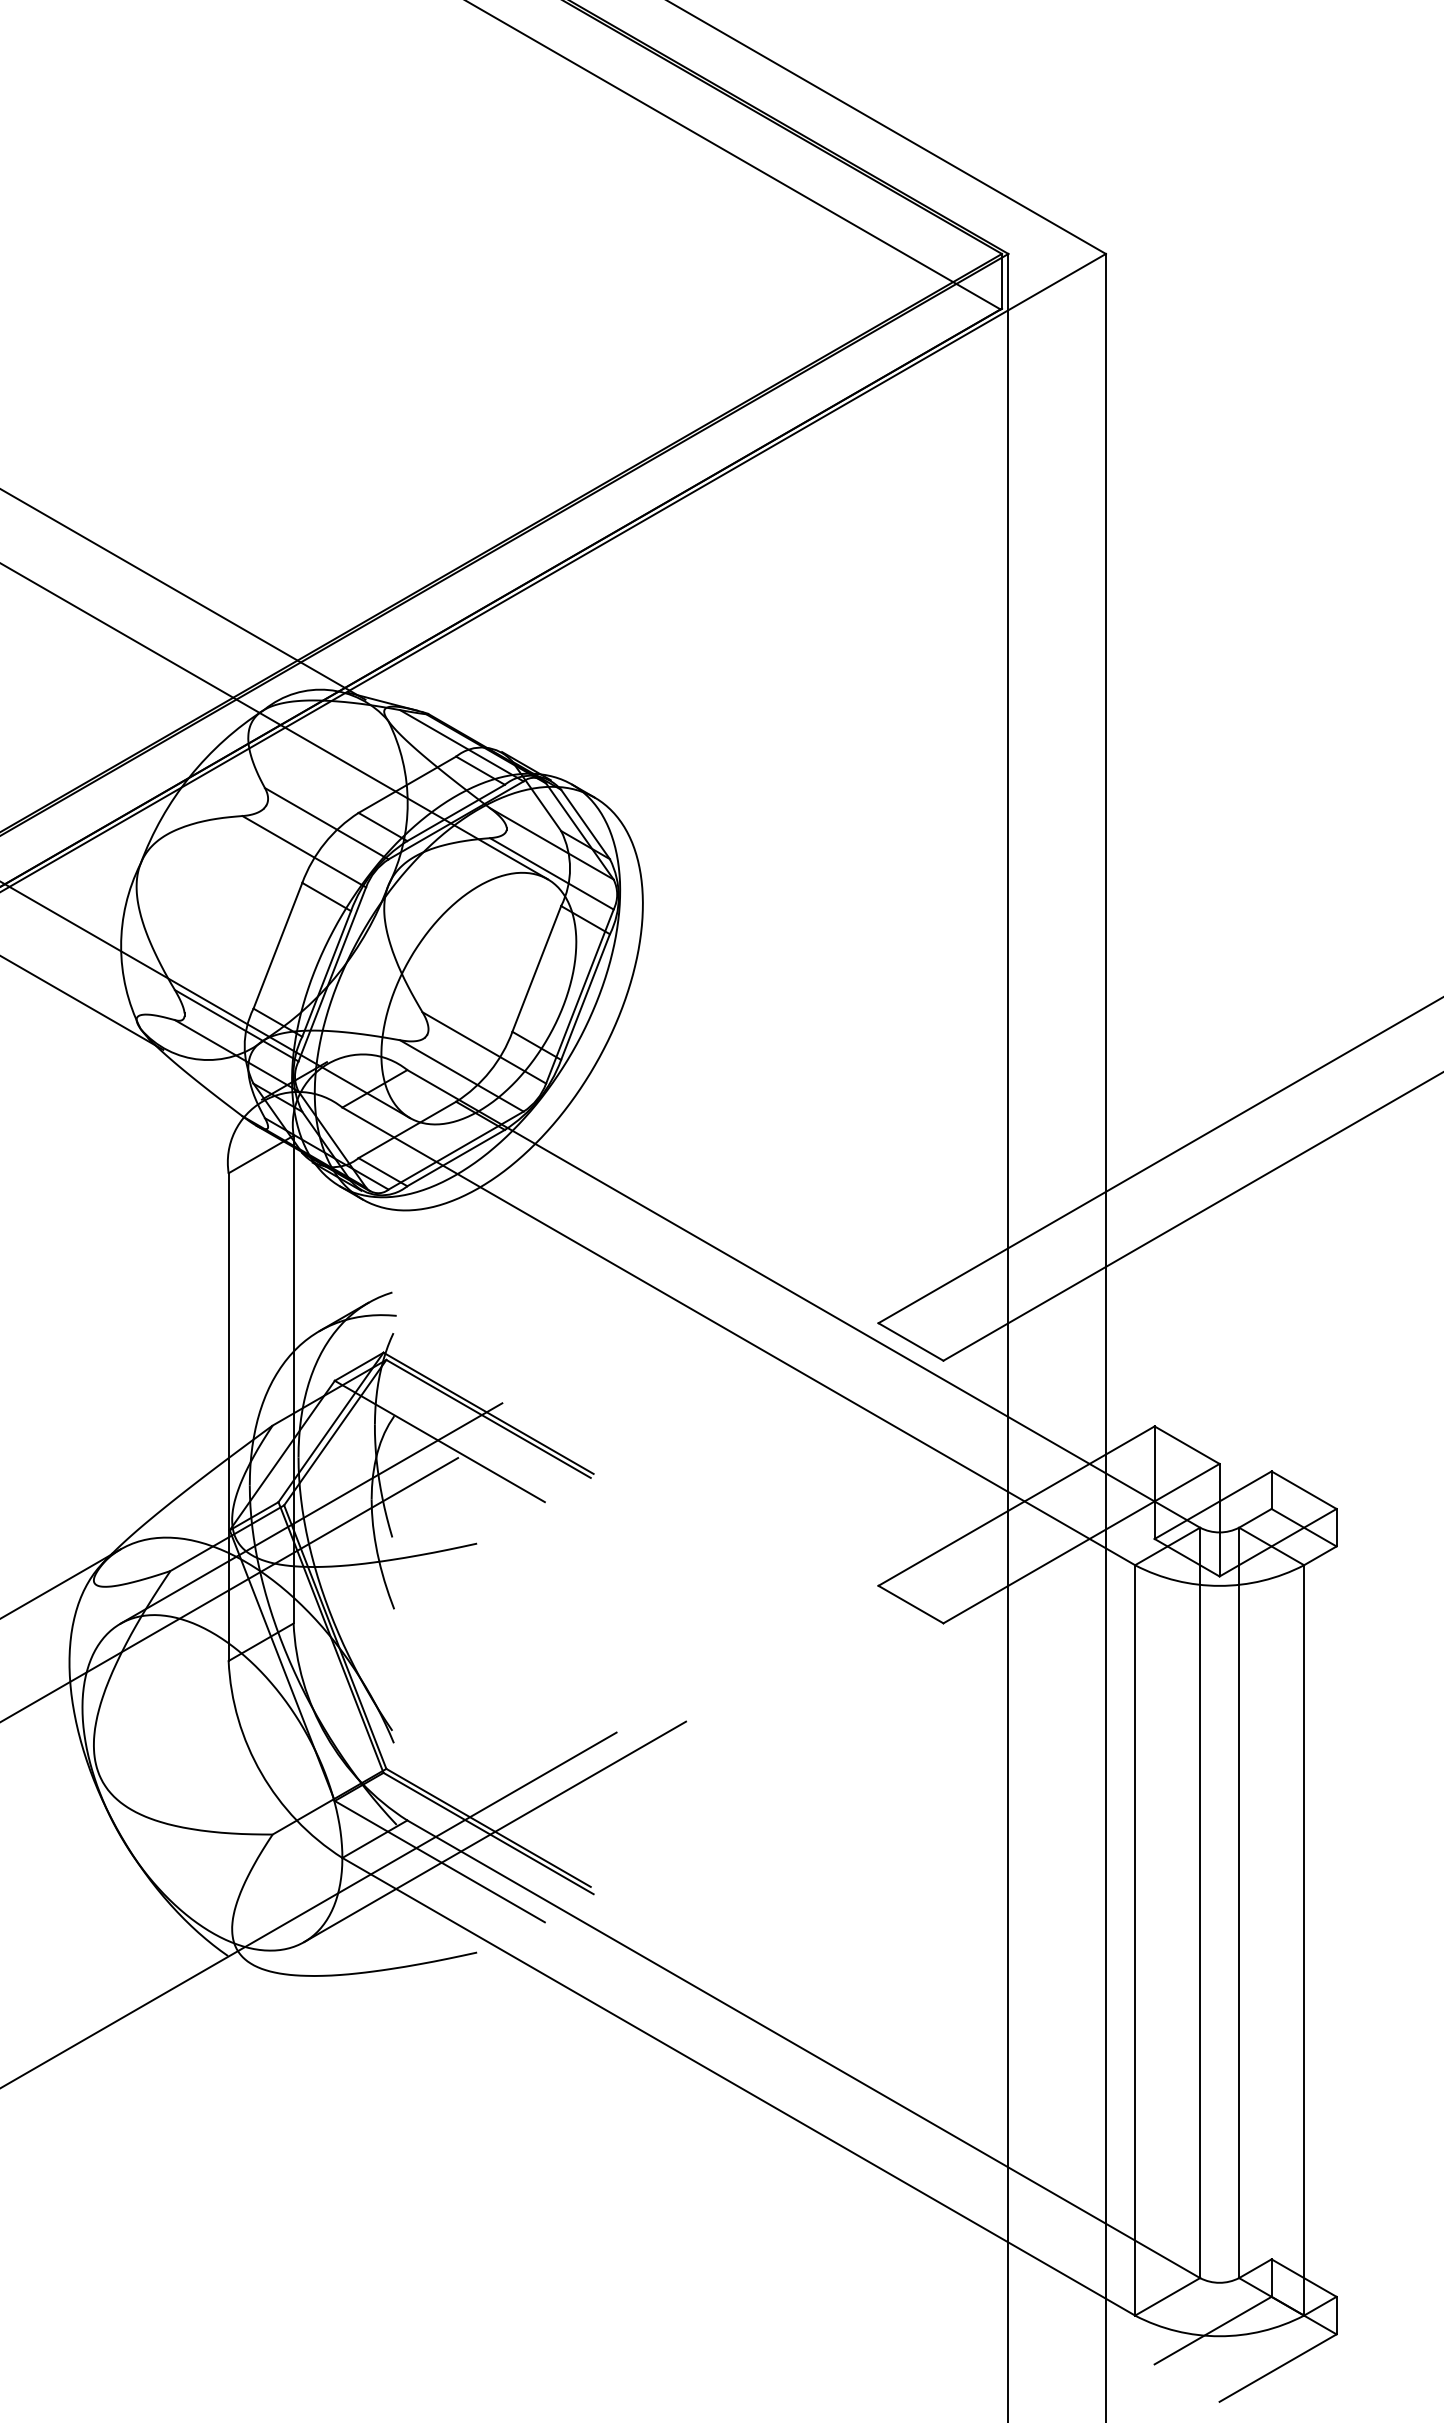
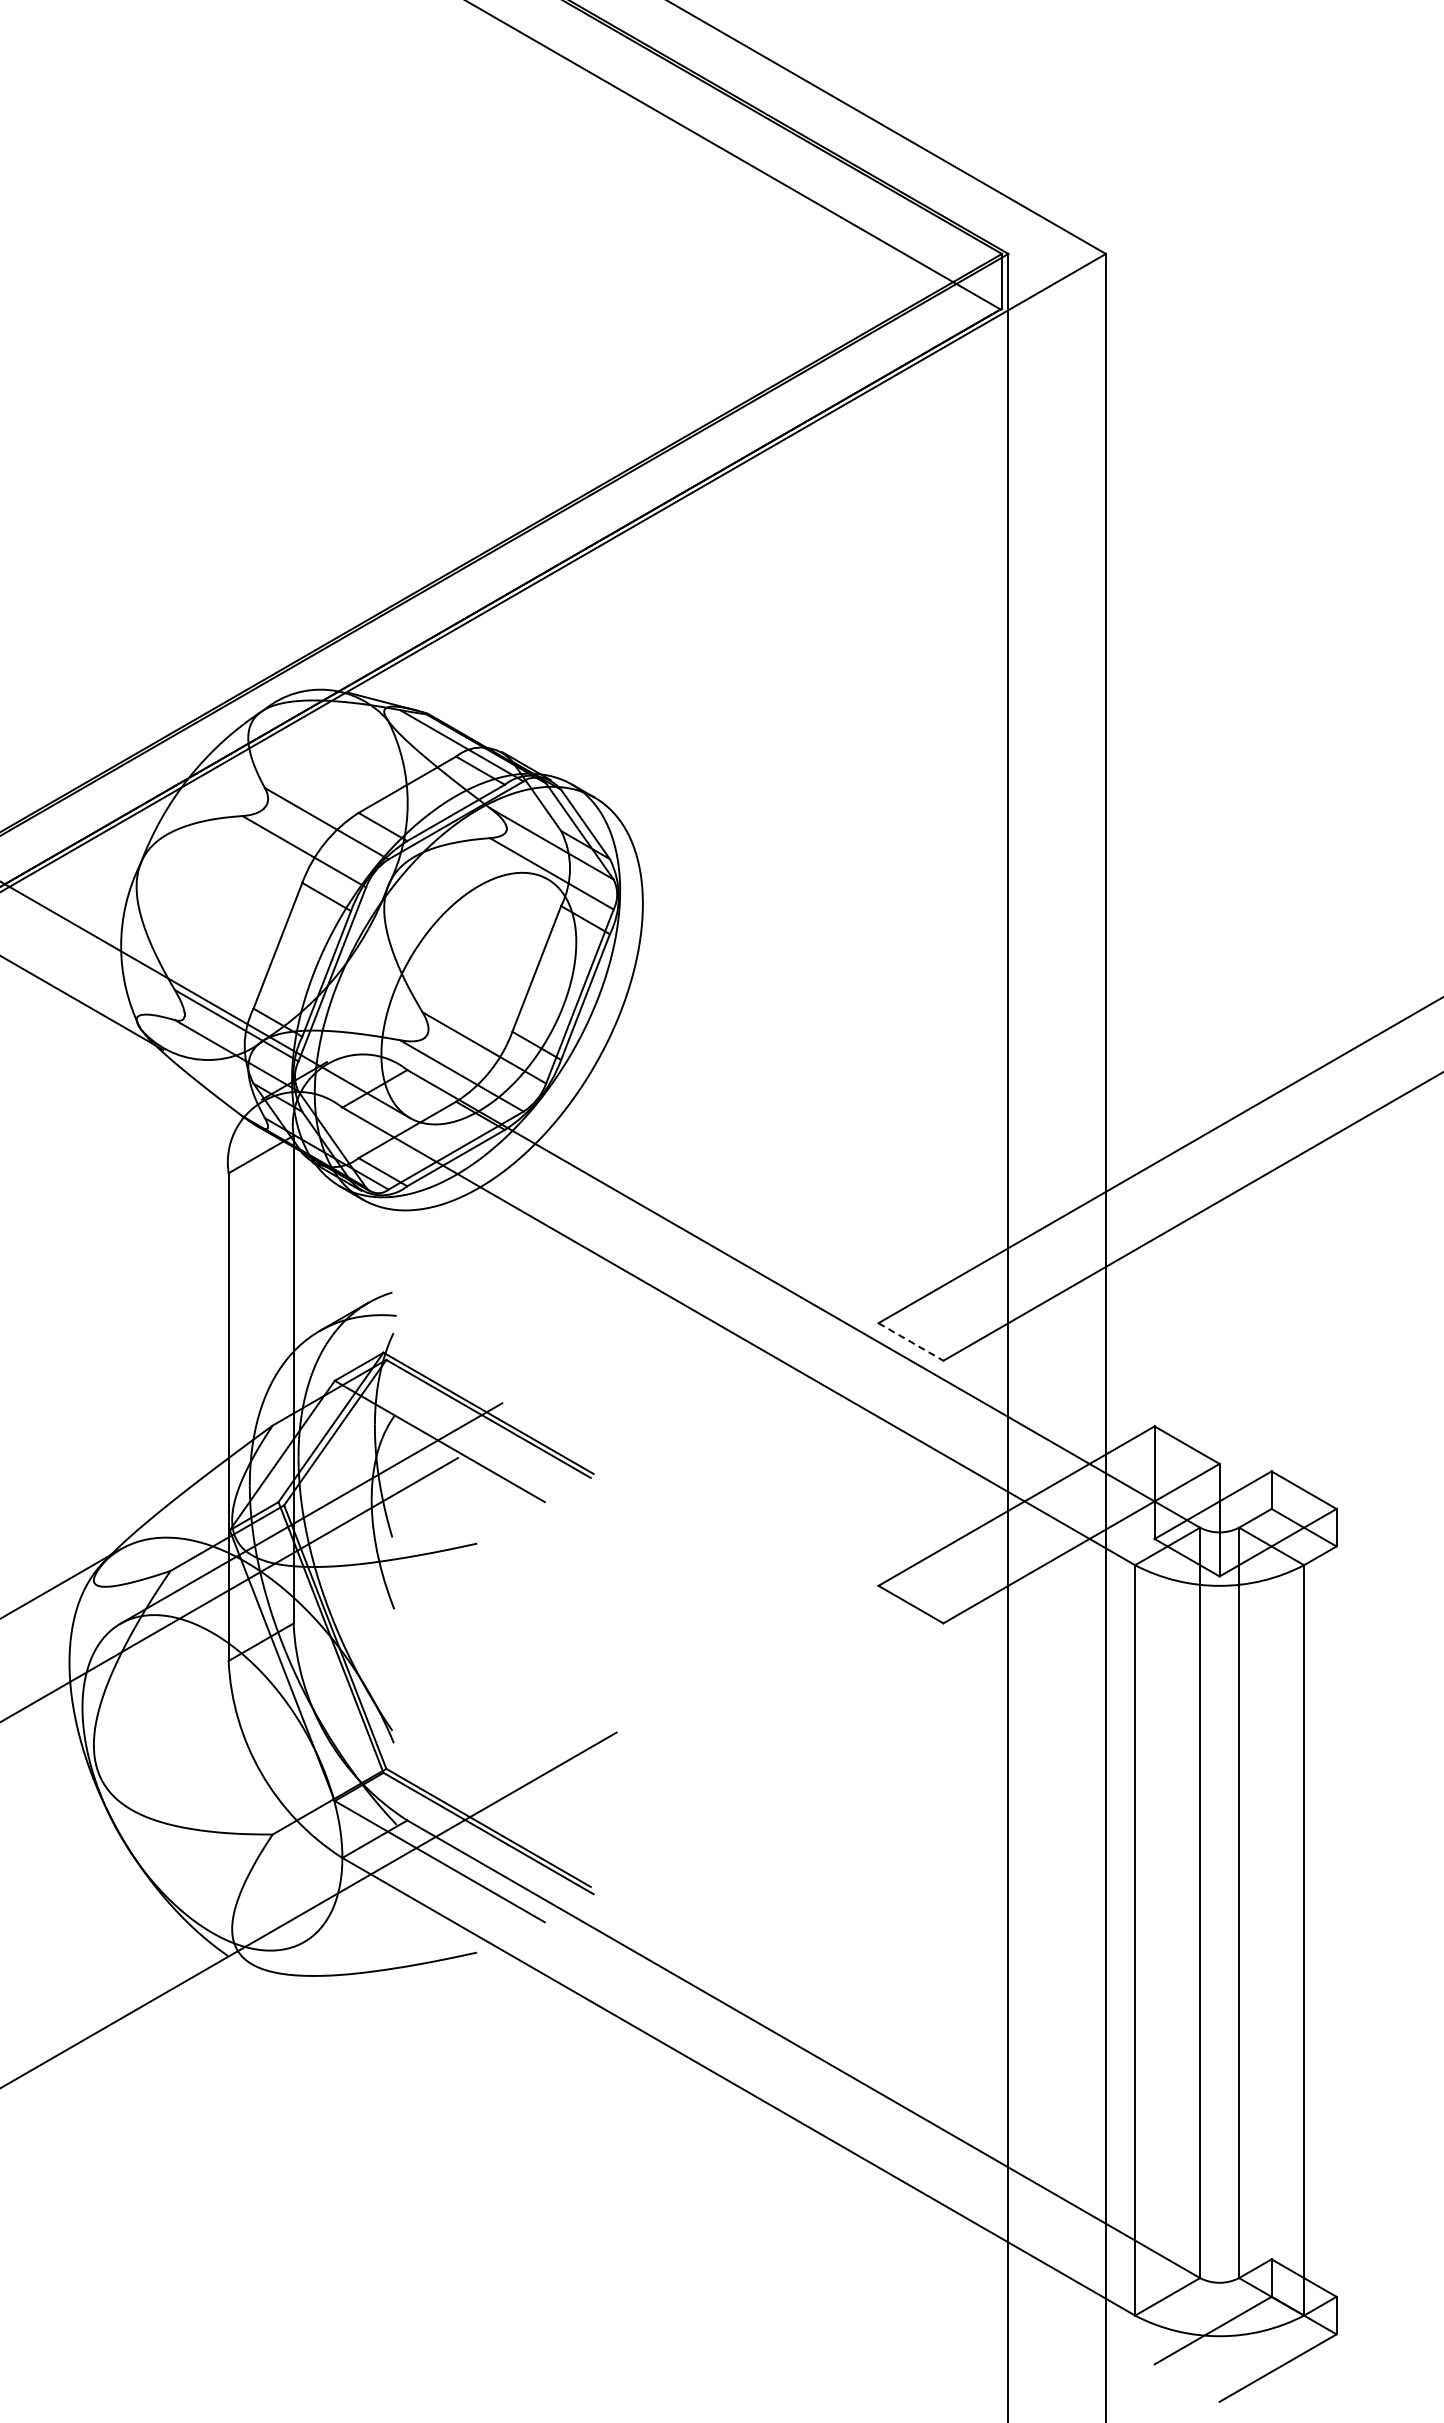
line at (183, 594): present -> none
line at (274, 721): present -> none
line at (910, 1341): solid -> dashed
line at (495, 1831): present -> none
